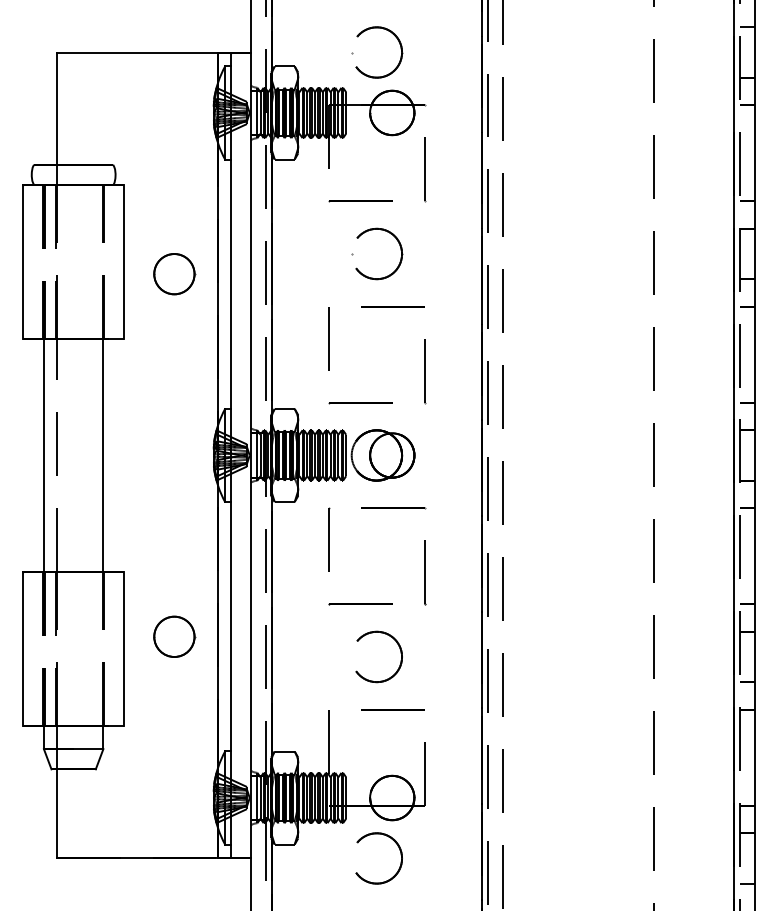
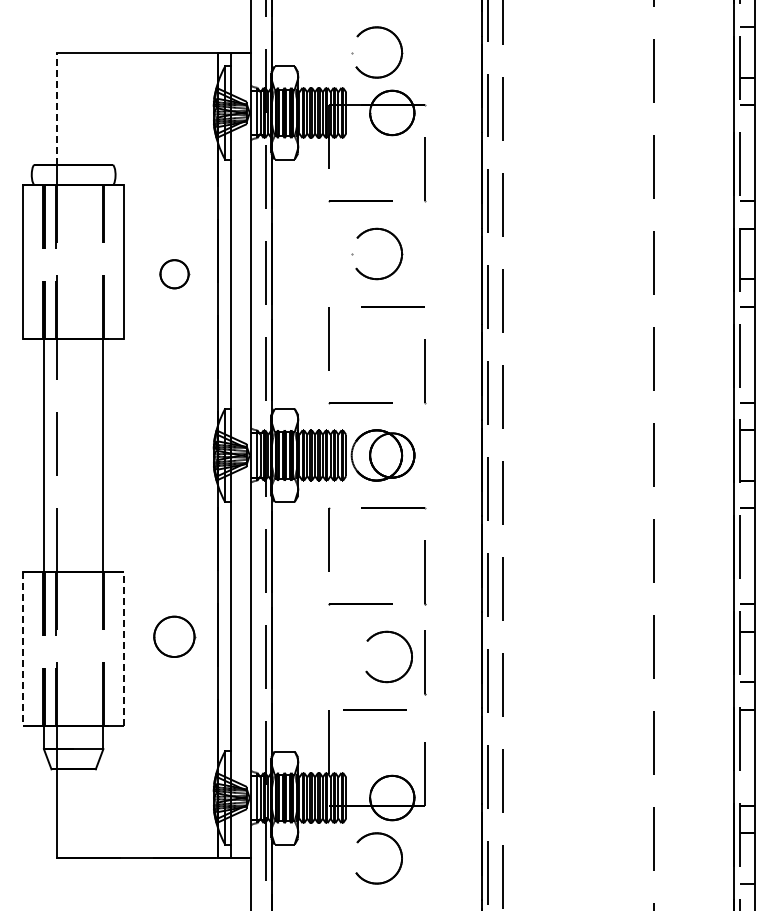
line at (56, 108): solid -> dashed
part at (174, 274) size: 44x43 px -> 32x31 px
line at (23, 649): solid -> dashed
line at (124, 649): solid -> dashed
part at (399, 649) position: (399, 649) -> (409, 649)
line at (425, 662): none -> present
line at (392, 709) position: (392, 709) -> (374, 709)
